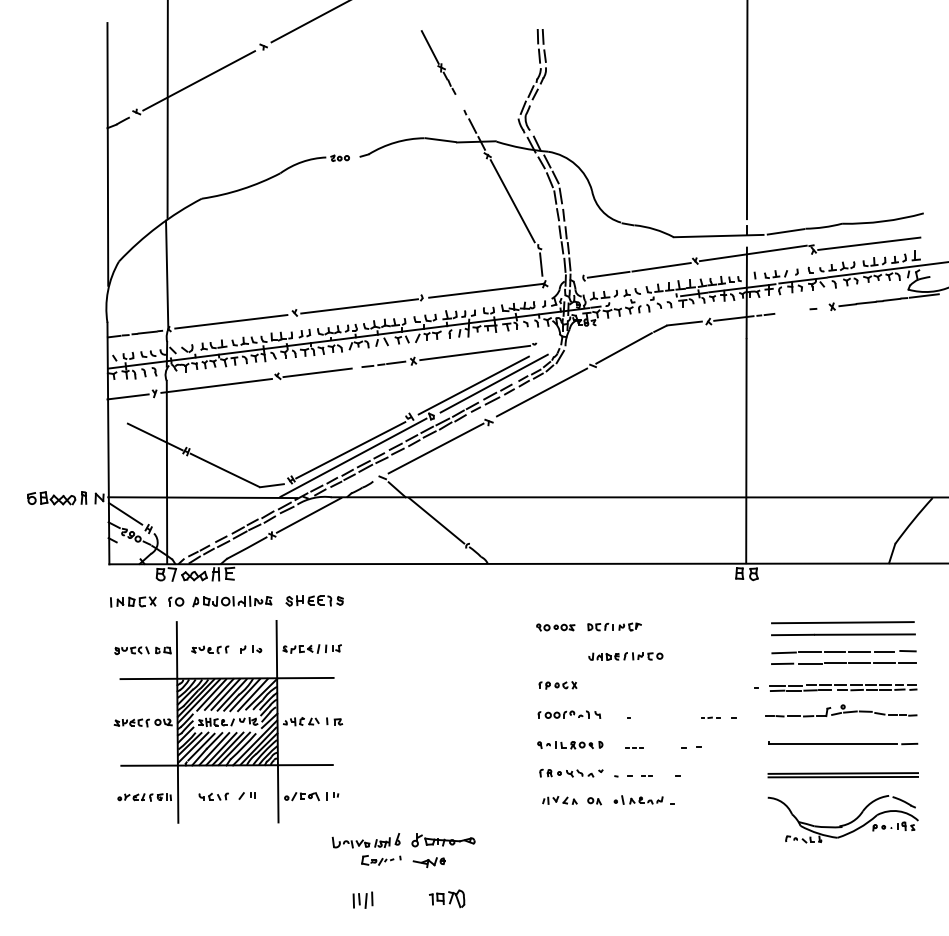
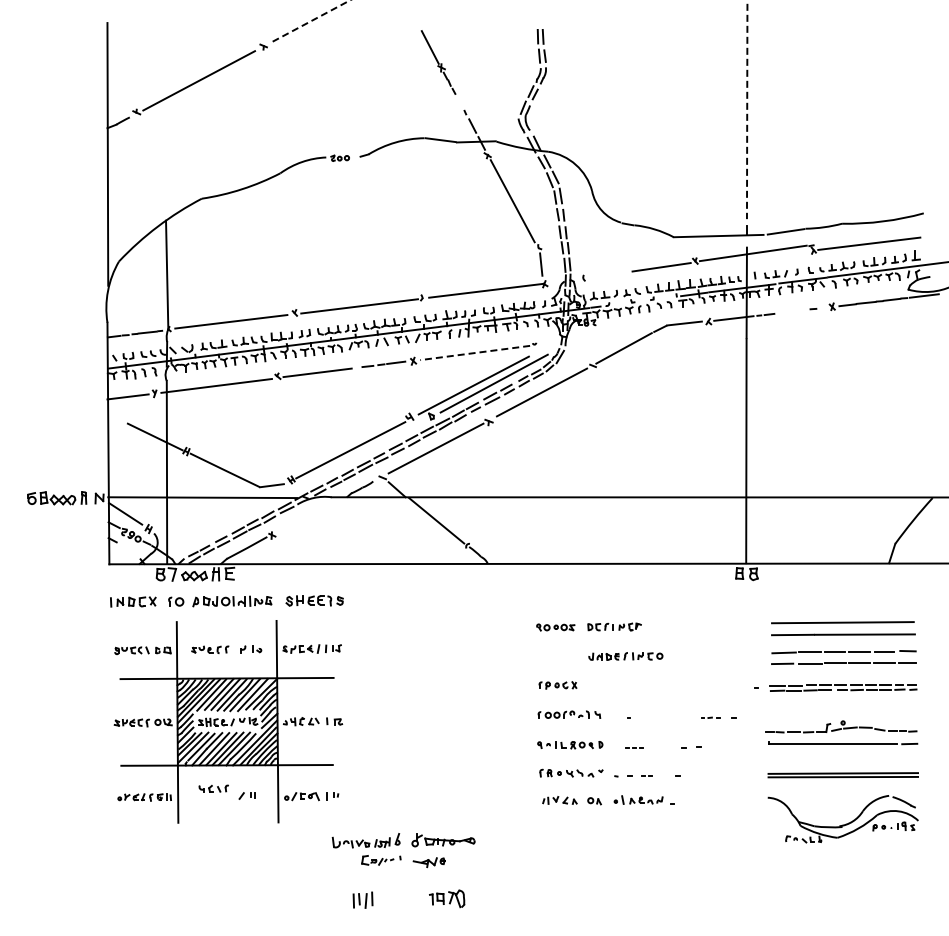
line at (311, 21): solid -> dashed
line at (167, 109): present -> none
line at (747, 110): solid -> dashed
line at (608, 274): present -> none
line at (474, 353): solid -> dashed
line at (353, 457): present -> none
line at (308, 515): present -> none
part at (841, 710) position: (841, 710) -> (841, 726)
part at (213, 796) position: (213, 796) -> (213, 788)
